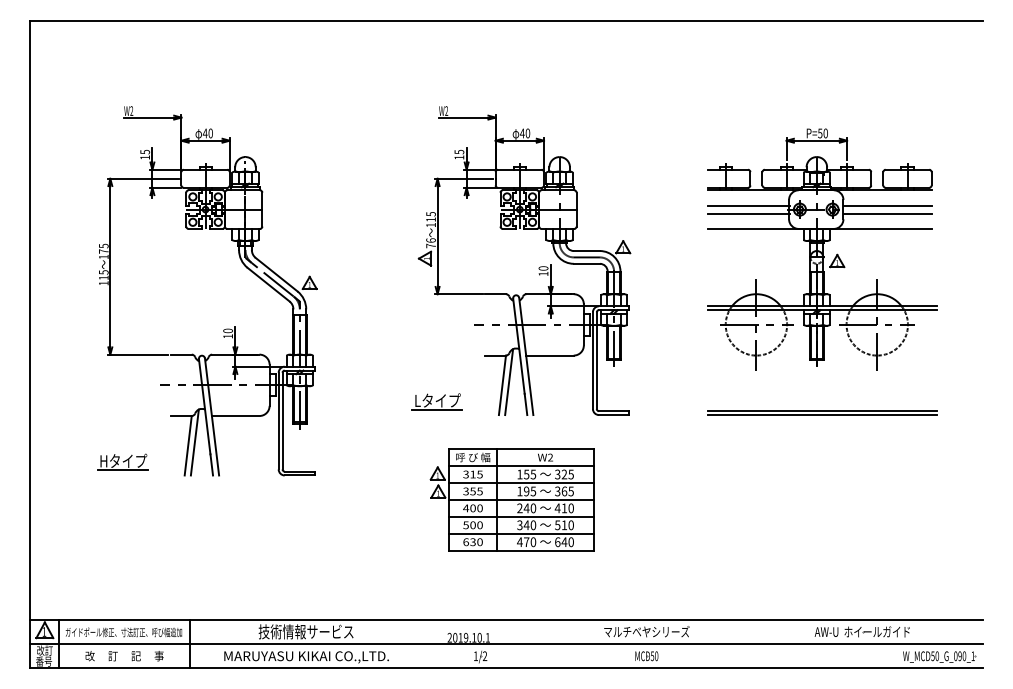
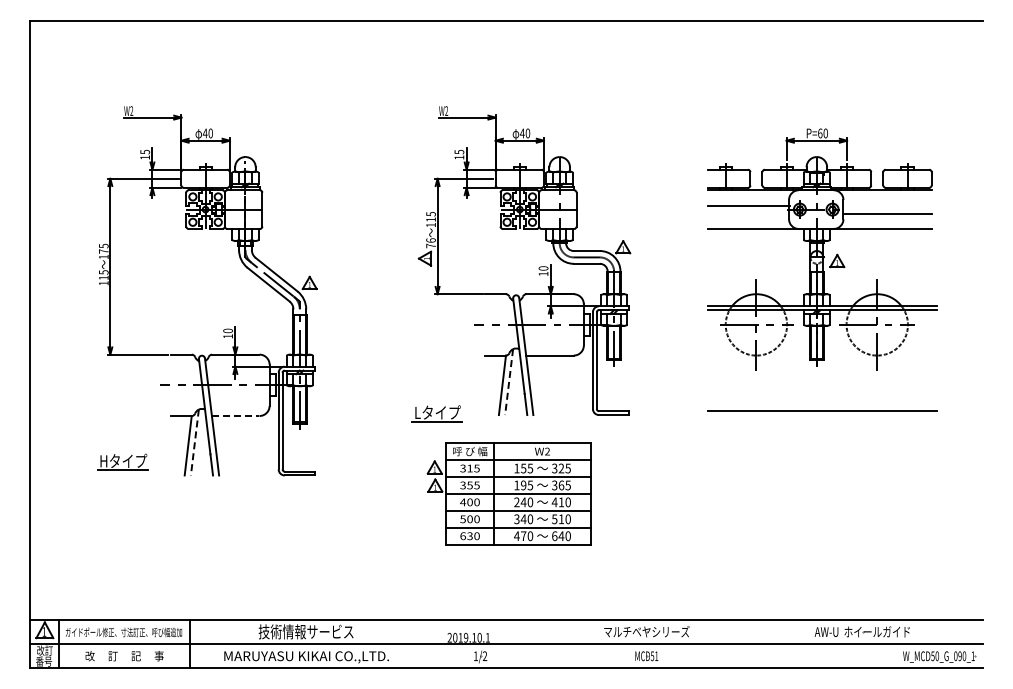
text at (820, 133): P=50 -> P=60
line at (887, 205): present -> none
line at (748, 213): present -> none
line at (509, 382): solid -> dashed
part at (436, 401) position: (436, 401) -> (436, 413)
line at (822, 415): present -> none
line at (235, 416): solid -> dashed
line at (194, 443): solid -> dashed
part at (511, 499) position: (511, 499) -> (508, 493)
text at (656, 655): MCD50 -> MCD51
